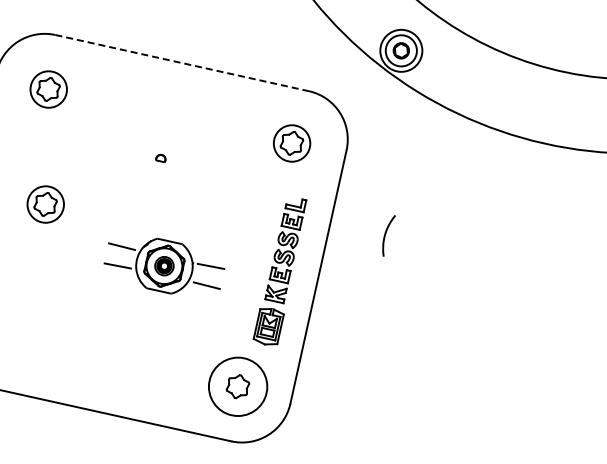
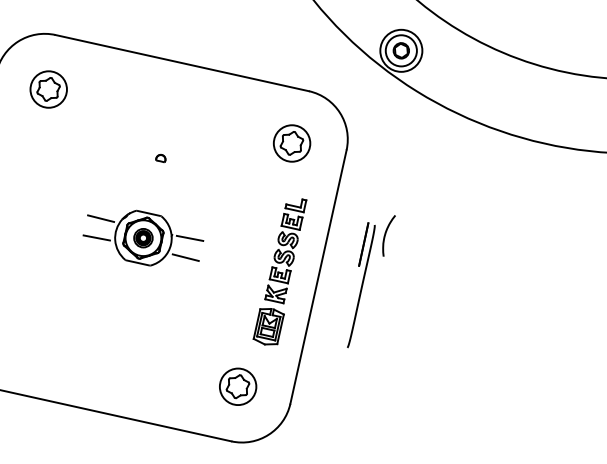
line at (182, 63): dashed -> solid
part at (45, 204): present -> none
part at (164, 265) position: (164, 265) -> (143, 237)
part at (361, 285): none -> present
circle at (237, 386) diameter: 58 px -> 36 px
